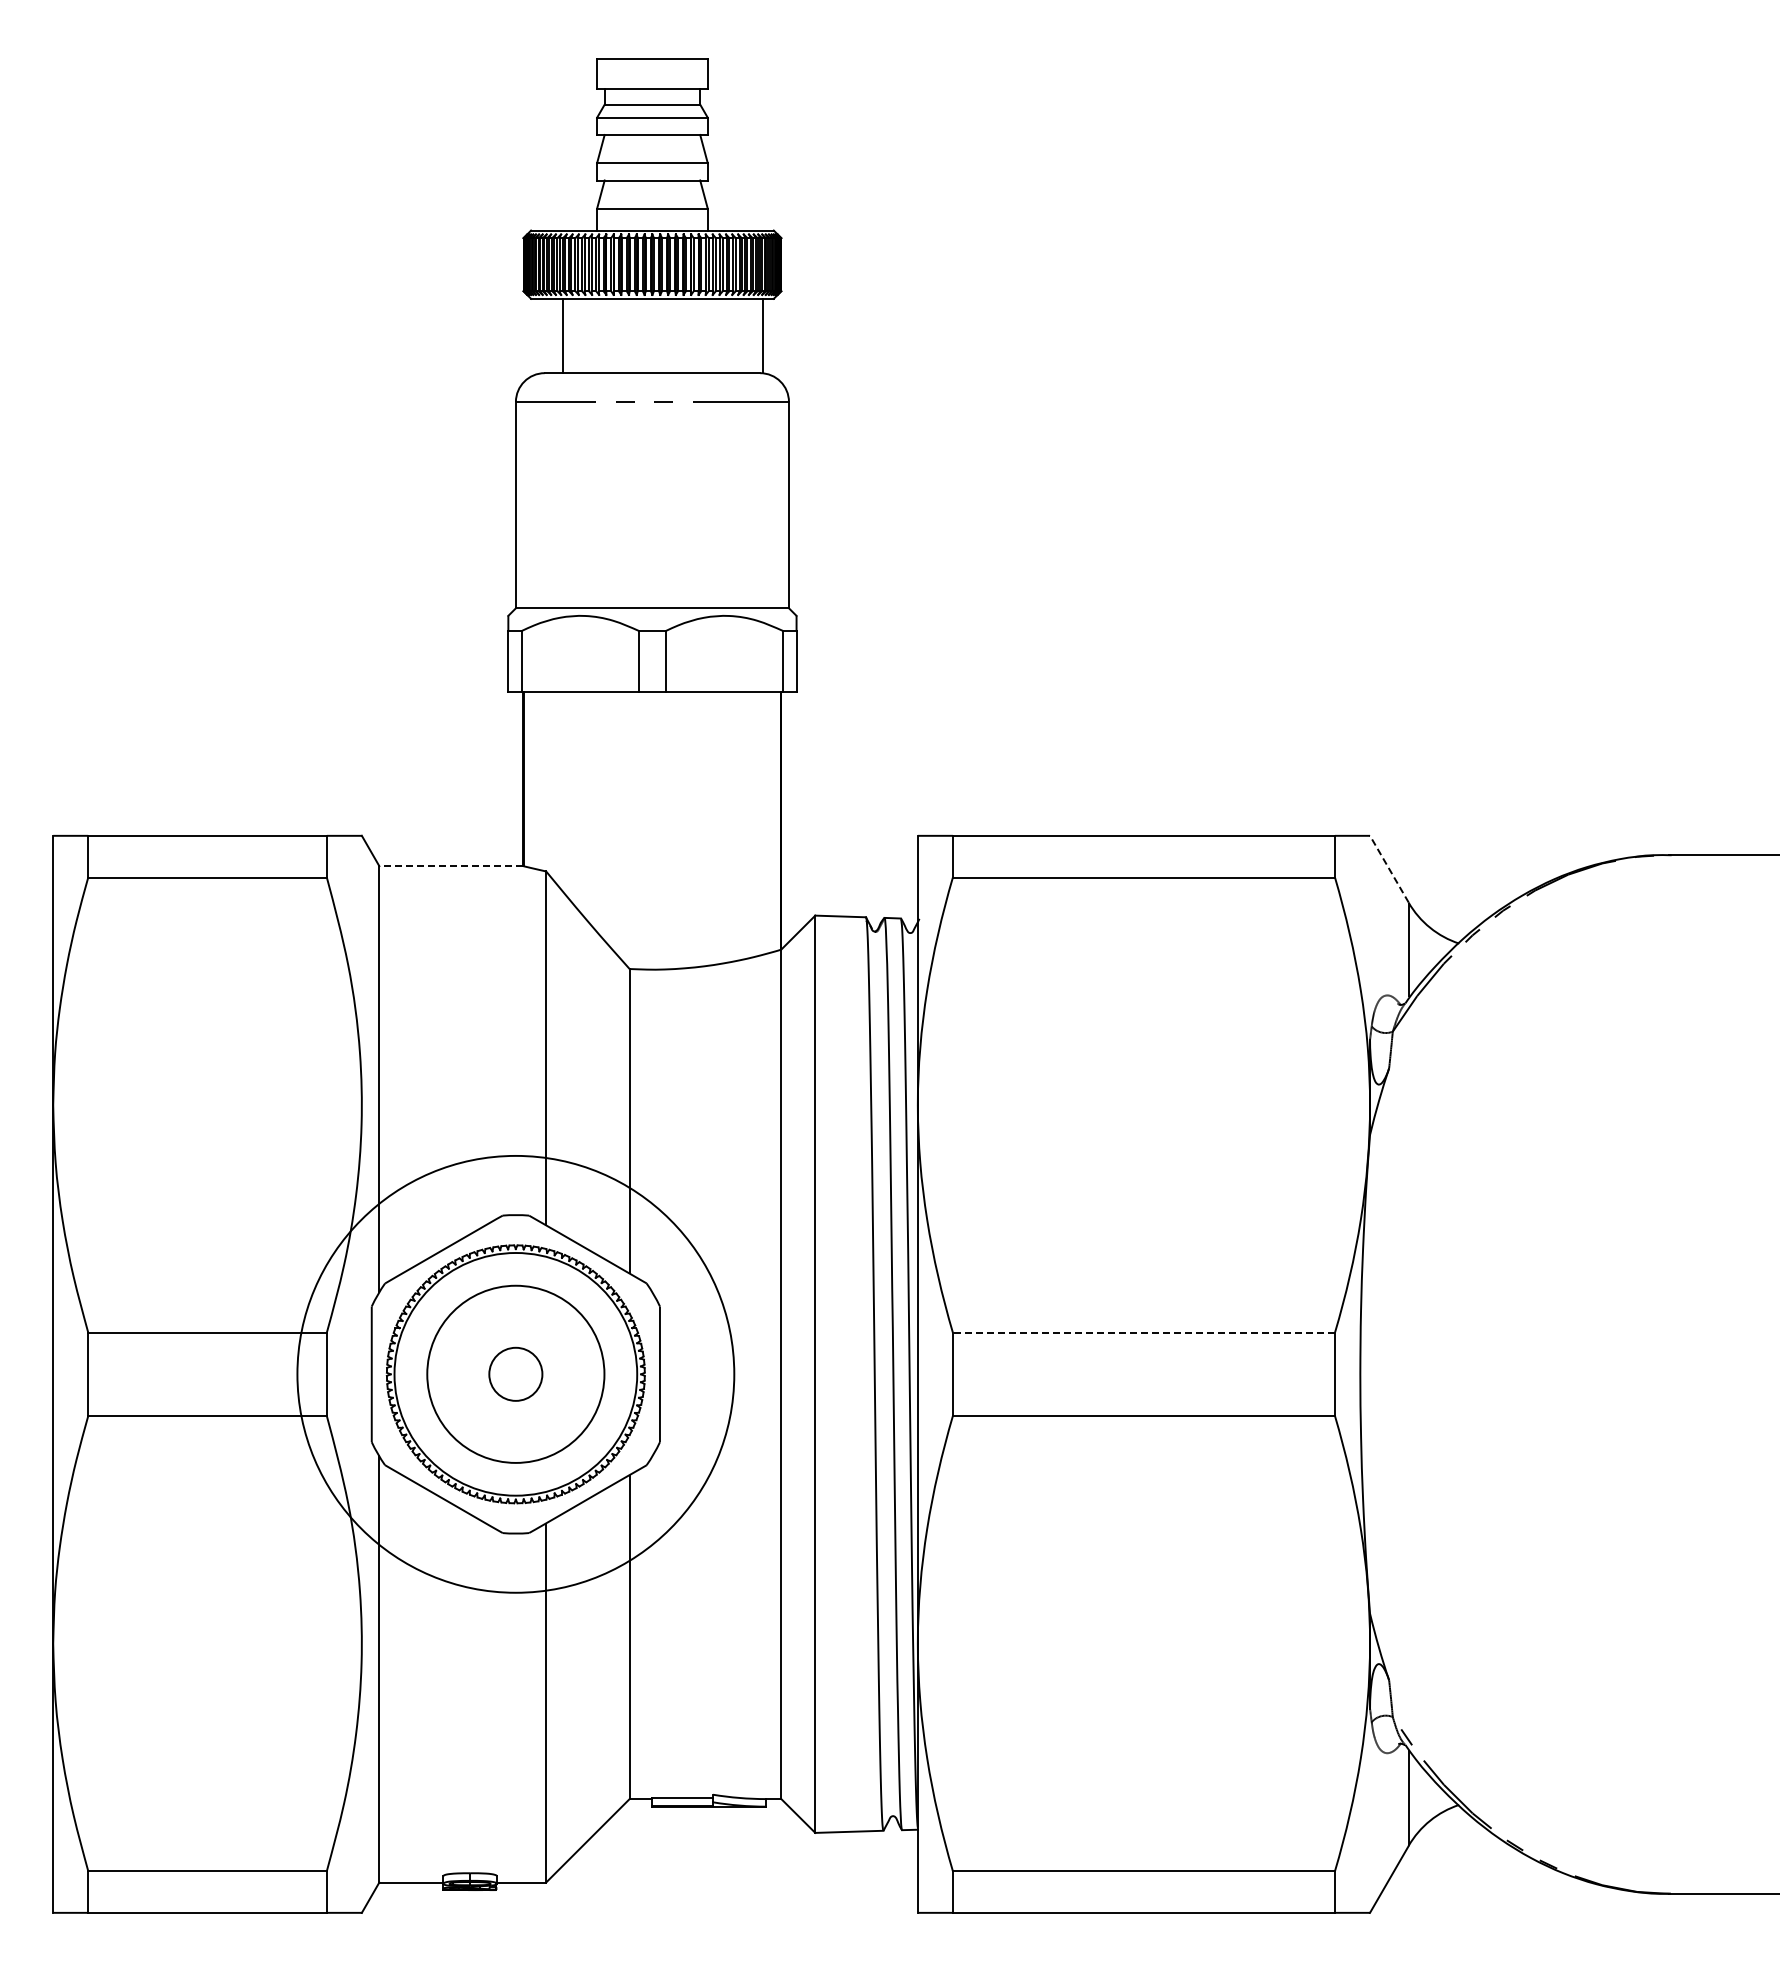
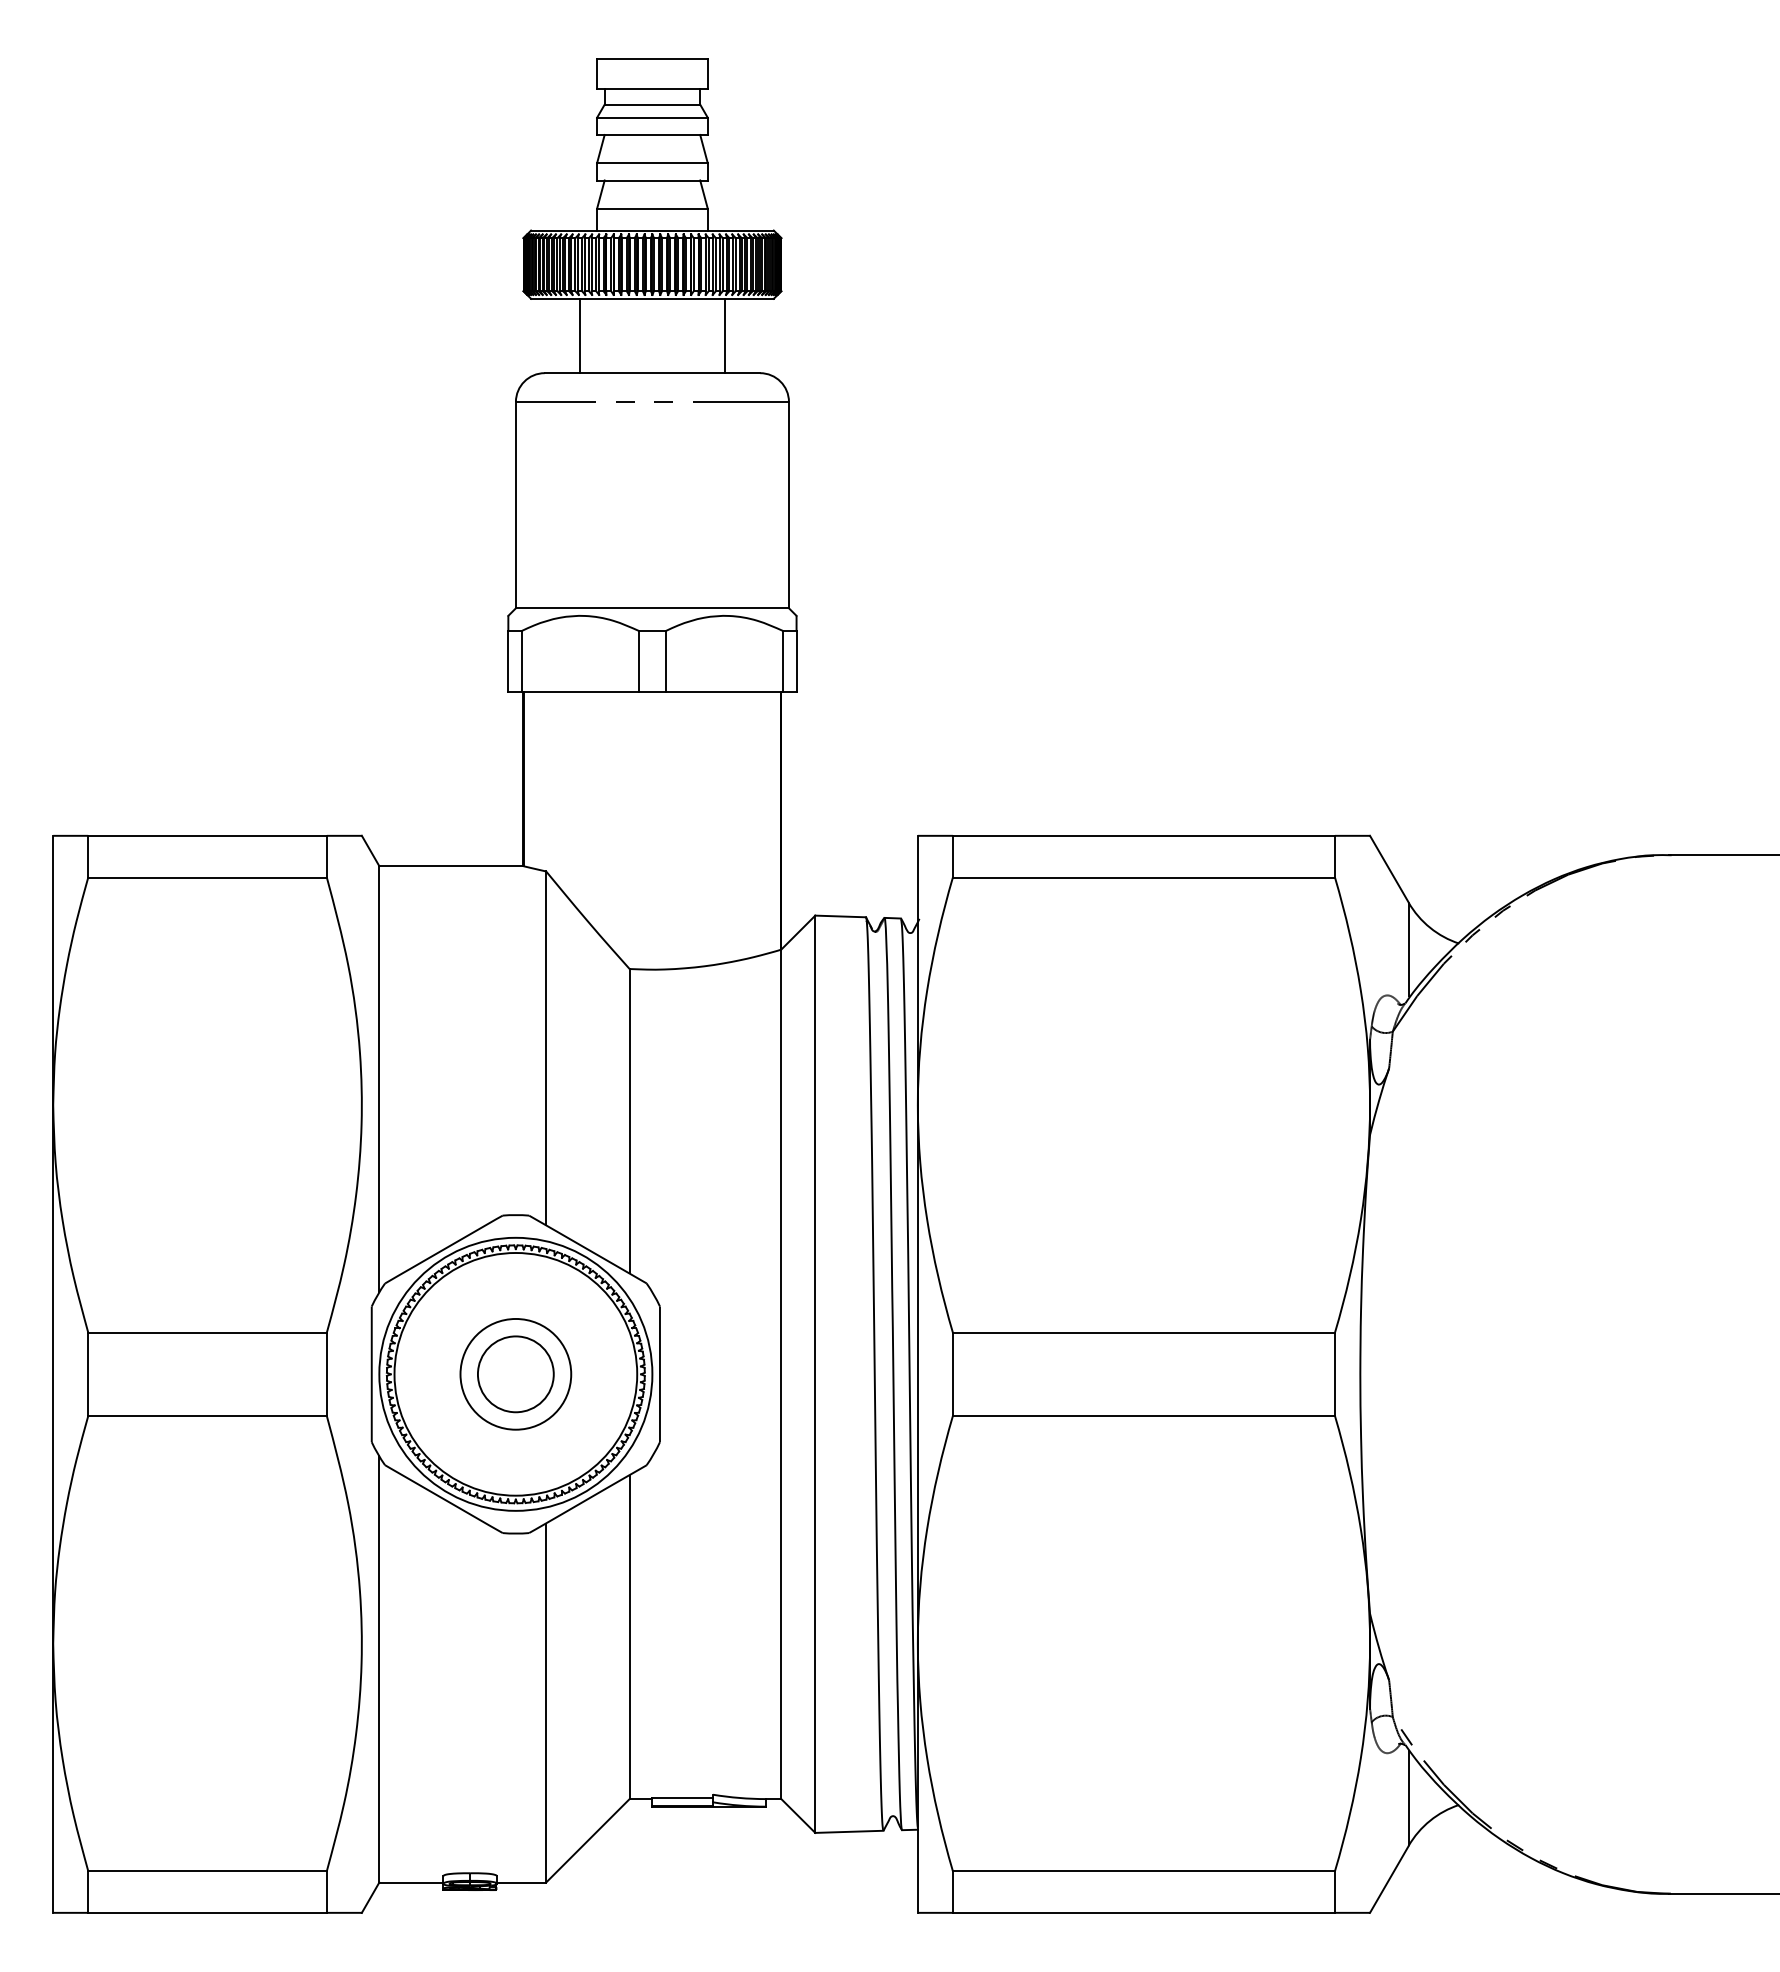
line at (563, 335) position: (563, 335) -> (580, 335)
line at (762, 335) position: (762, 335) -> (724, 335)
line at (450, 866): dashed -> solid
line at (1389, 869): dashed -> solid
line at (1143, 1332): dashed -> solid
circle at (515, 1373) diameter: 177 px -> 111 px
circle at (515, 1373) diameter: 437 px -> 273 px
circle at (515, 1373) diameter: 53 px -> 76 px
